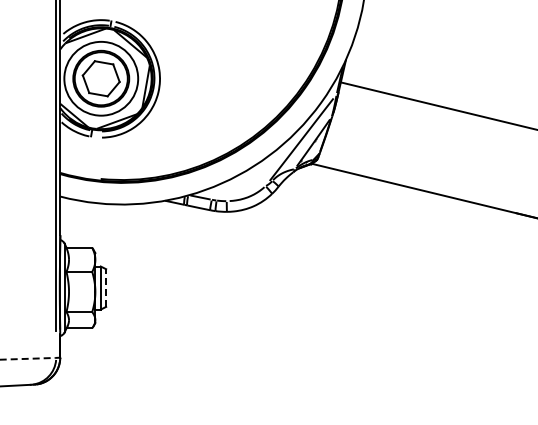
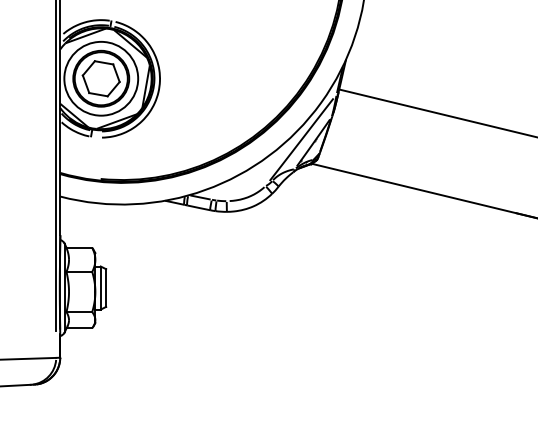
line at (437, 105) position: (437, 105) -> (436, 112)
line at (106, 288): dashed -> solid
line at (28, 358): dashed -> solid
